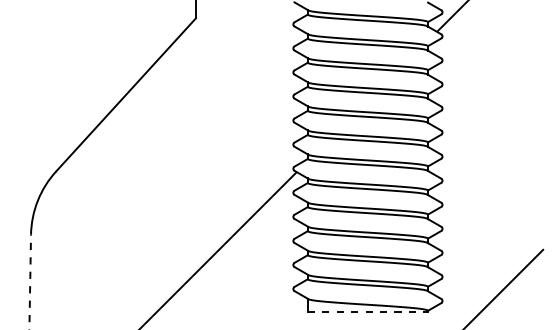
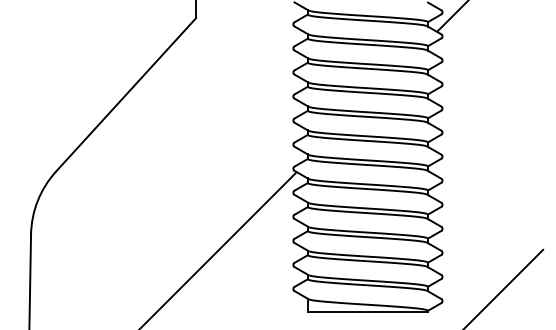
line at (30, 281): dashed -> solid
line at (368, 312): dashed -> solid
